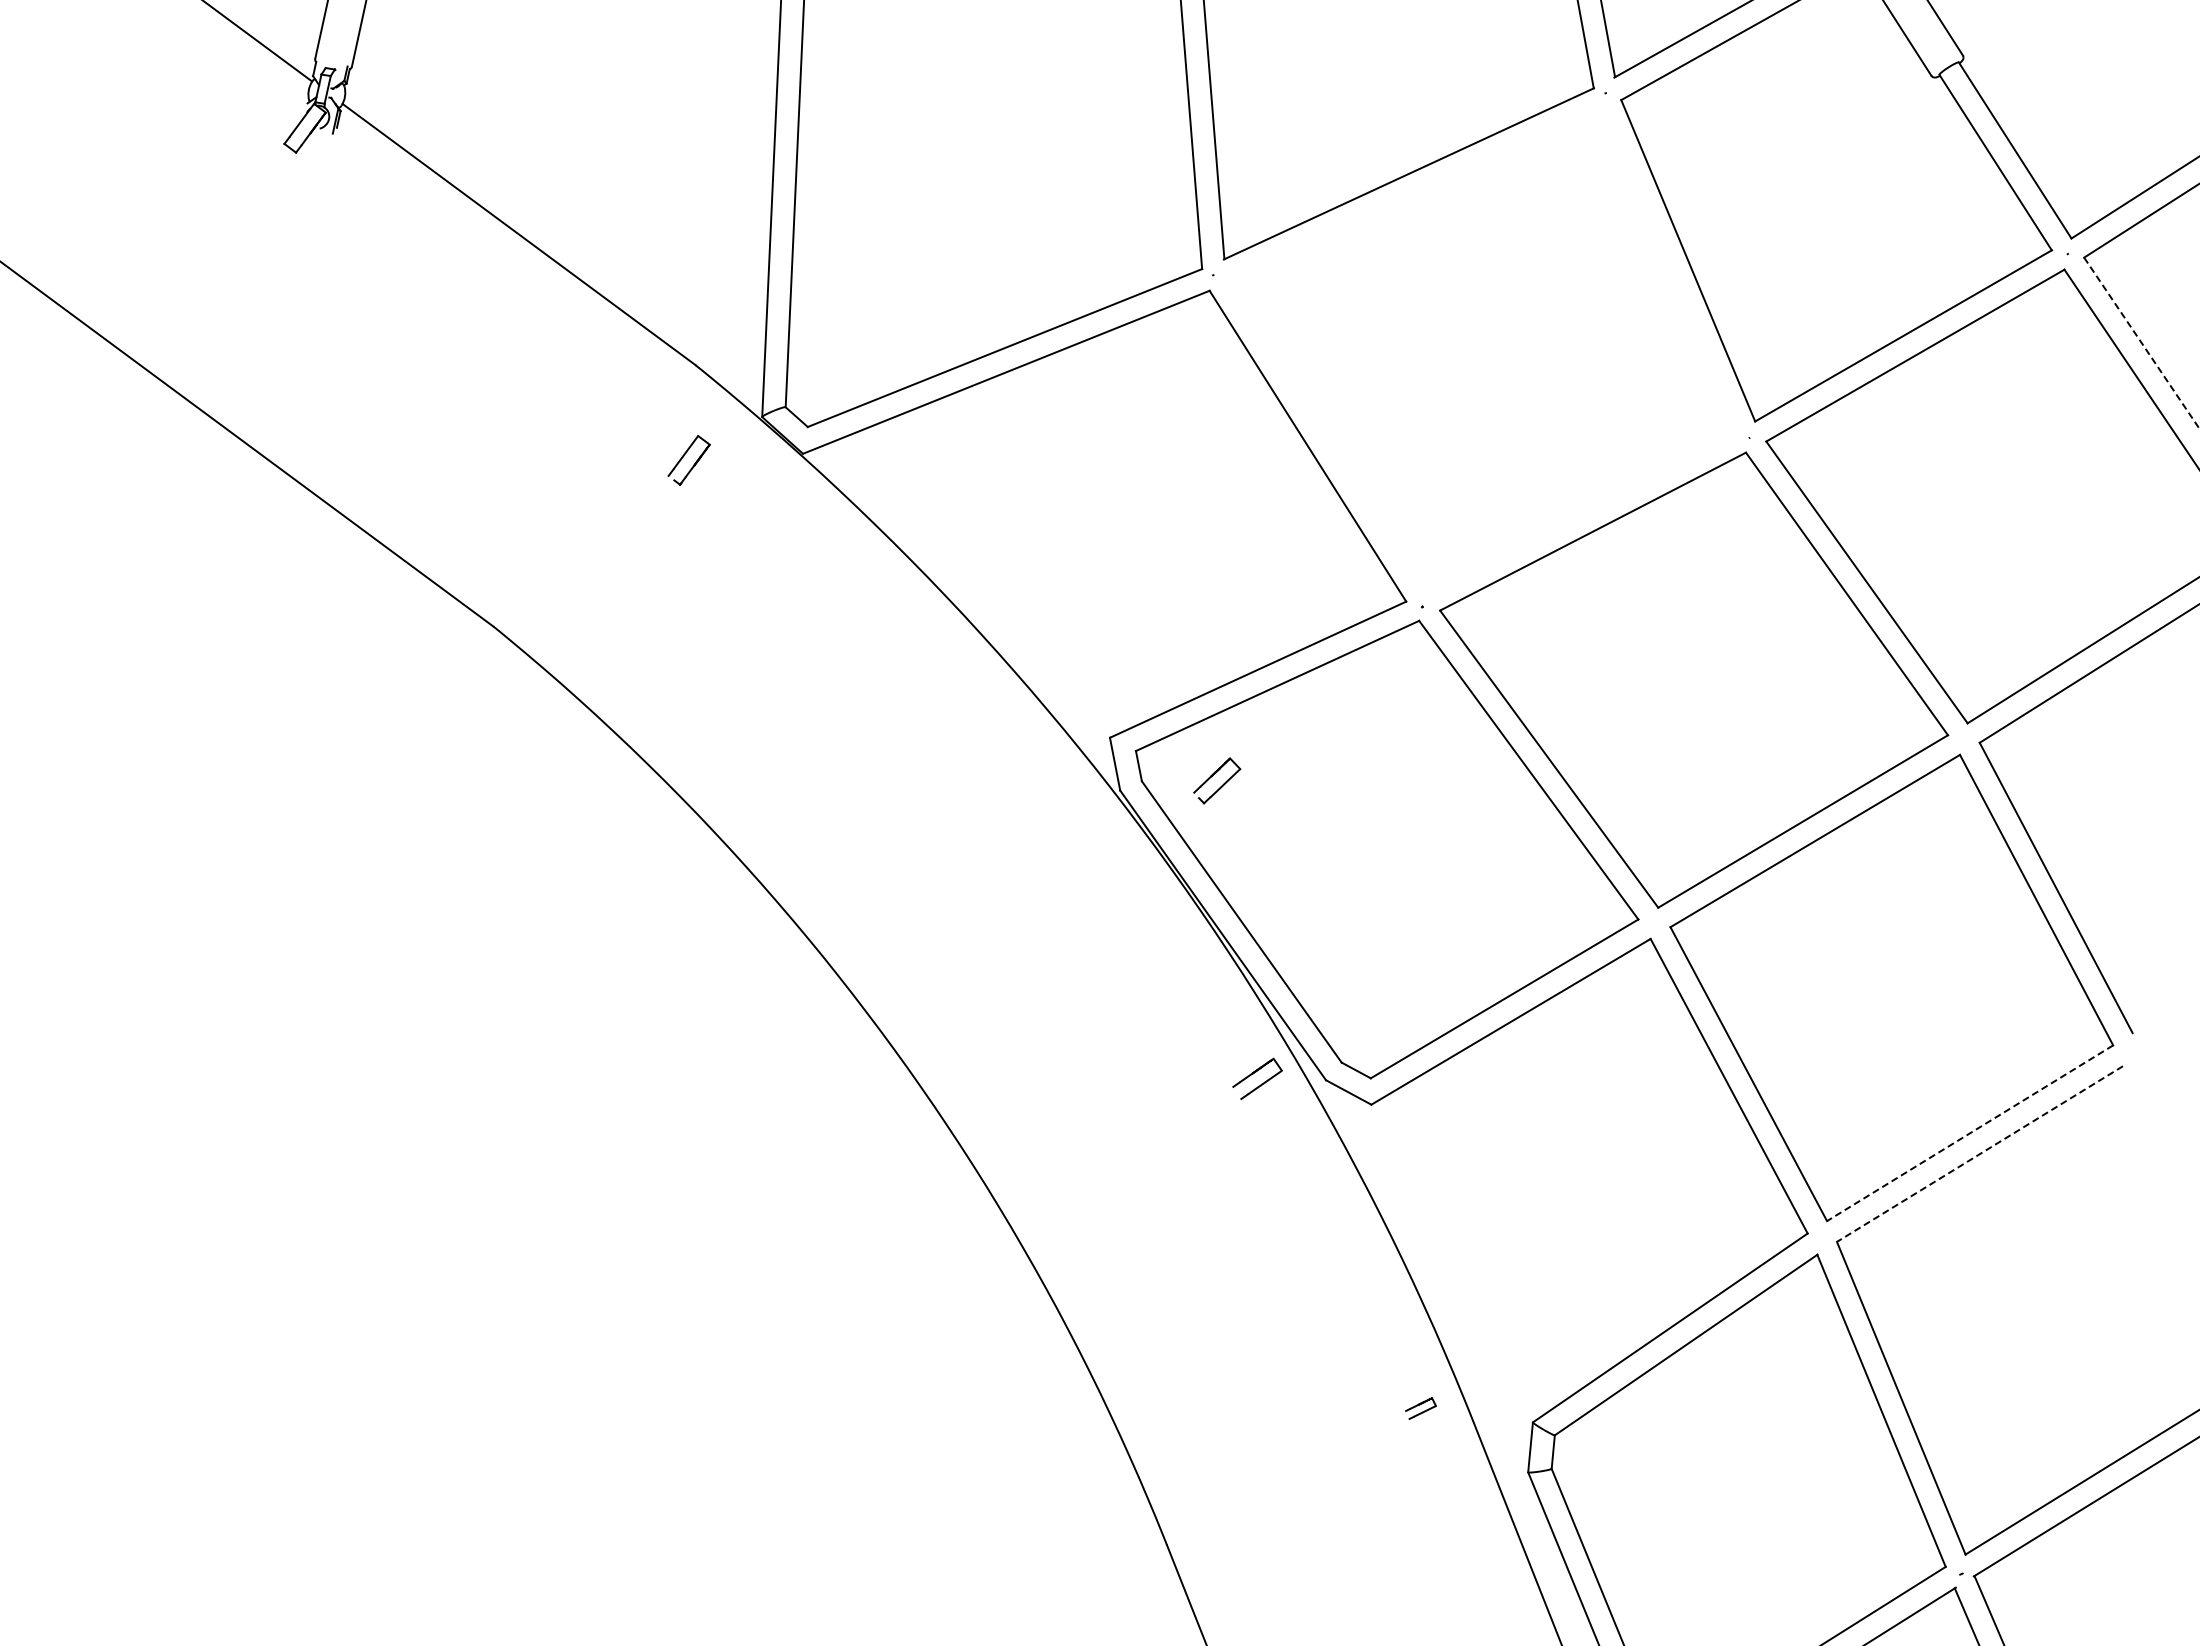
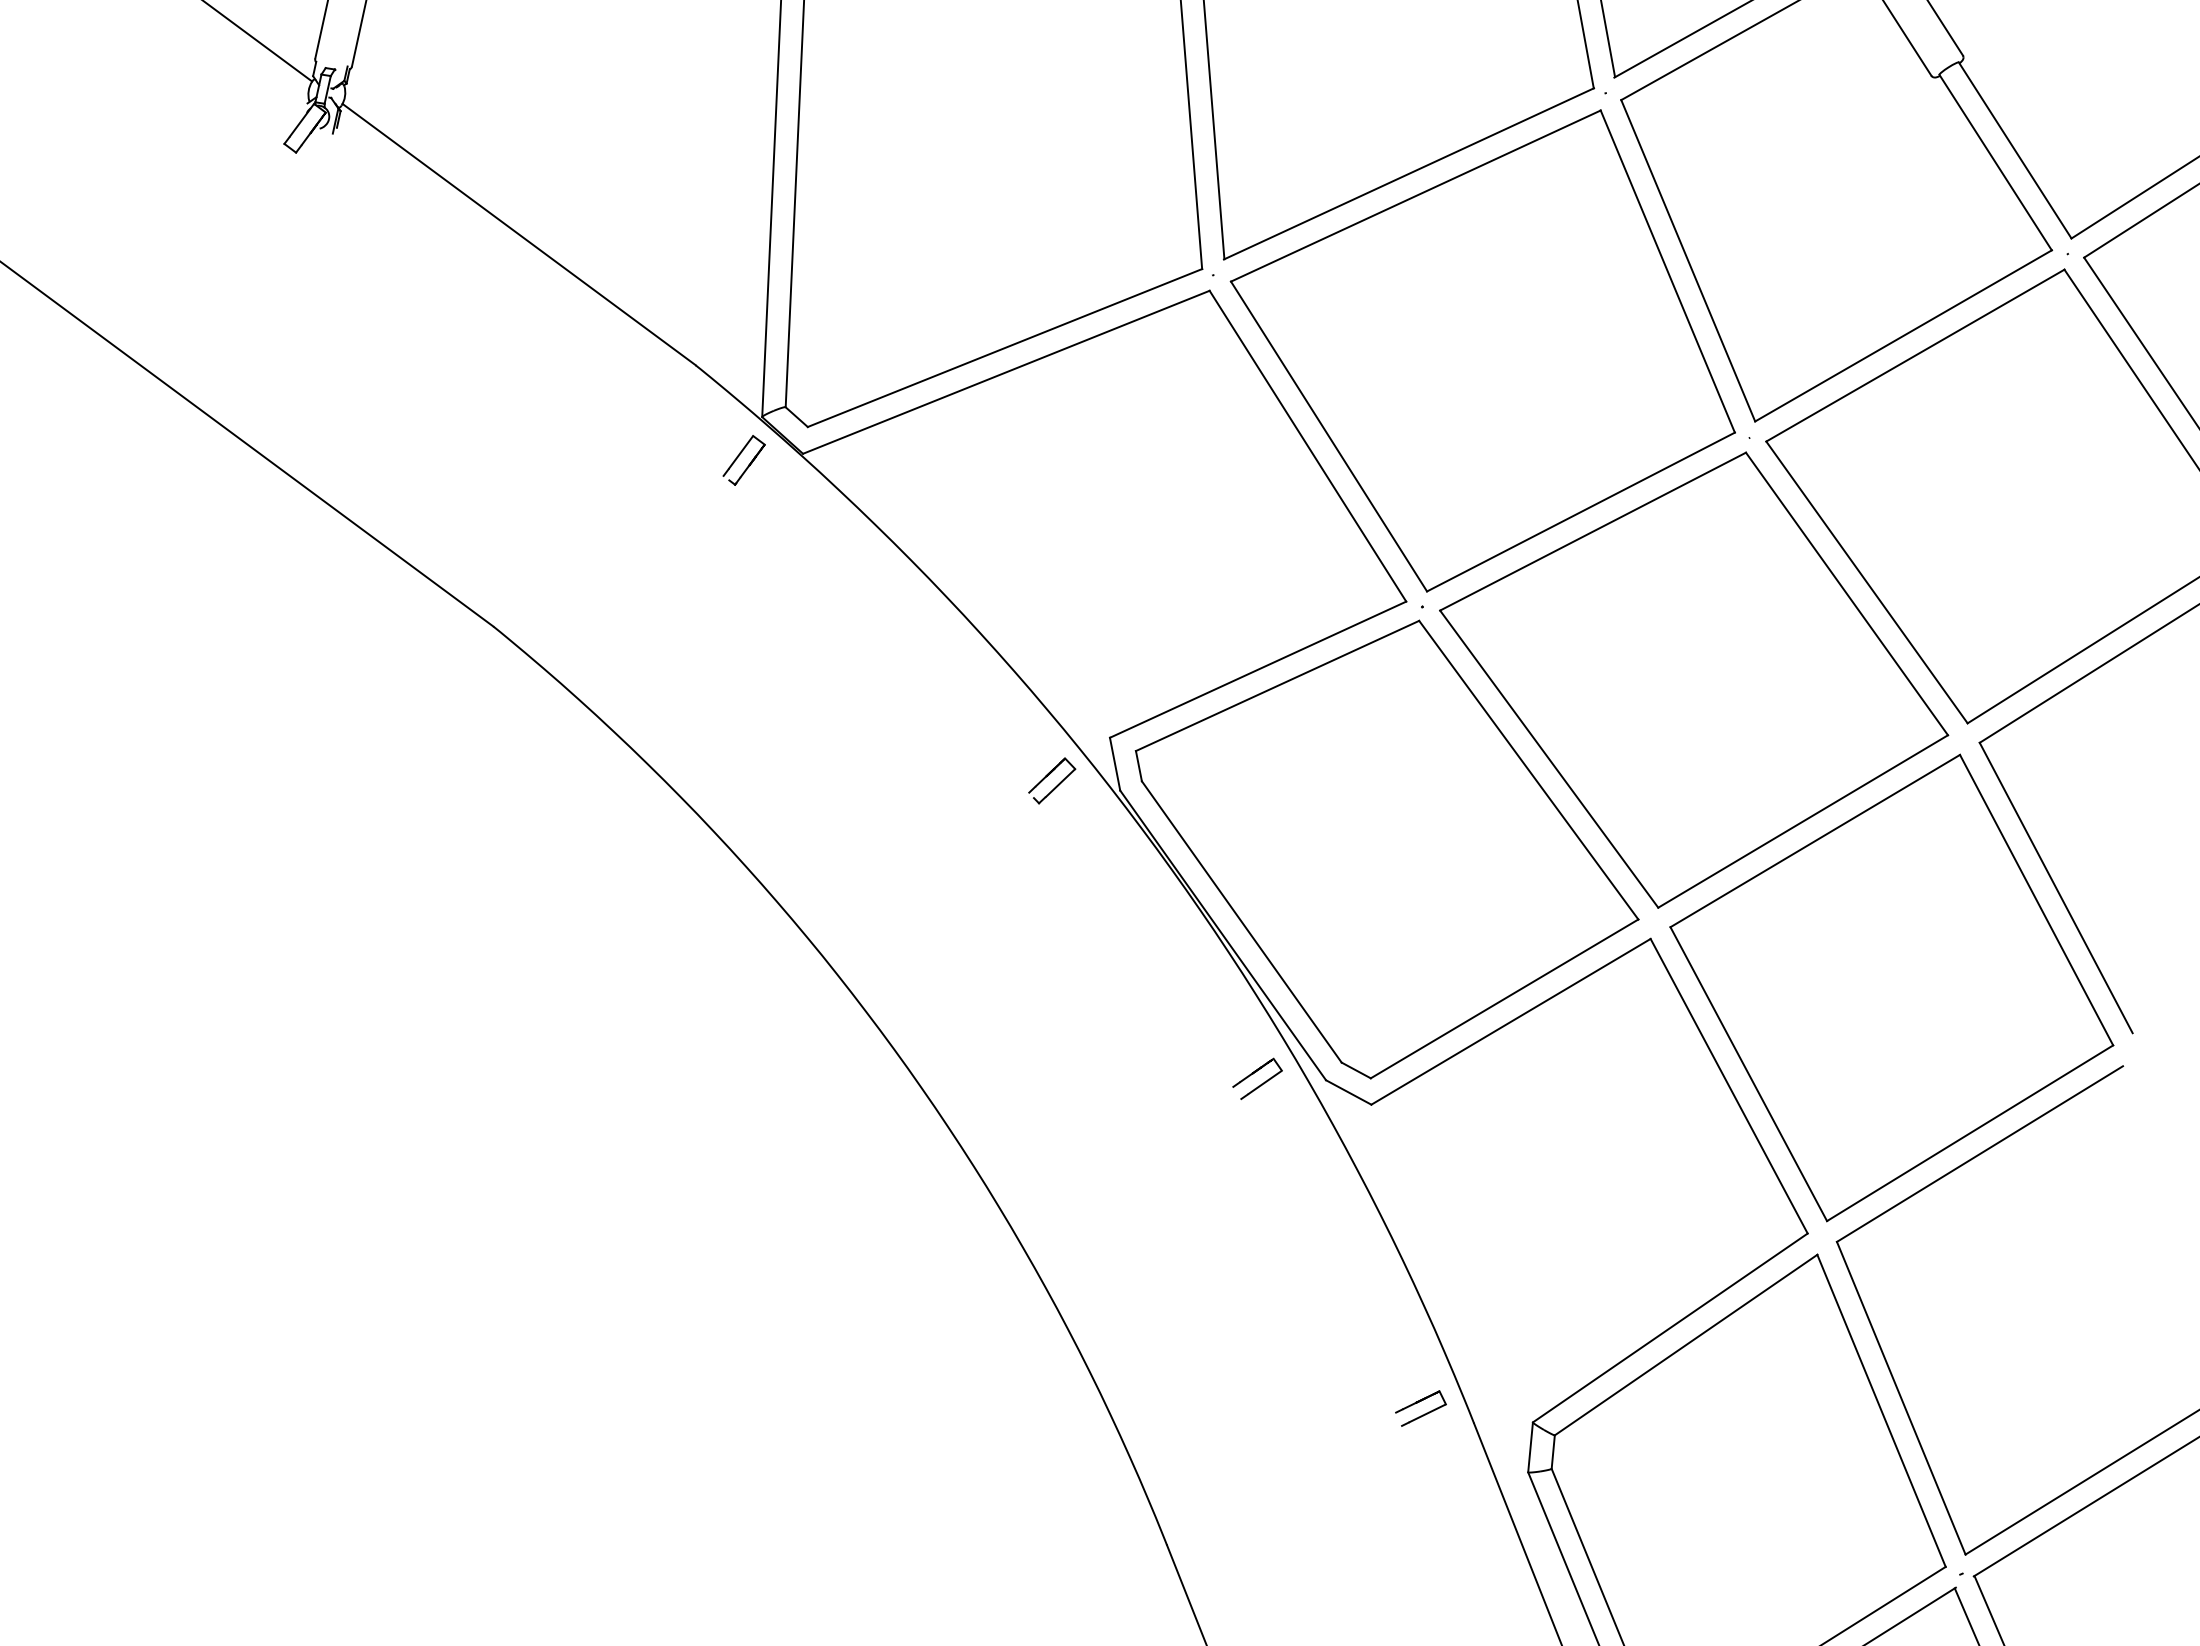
line at (2142, 343): dashed -> solid
part at (1482, 350): none -> present
part at (688, 460) position: (688, 460) -> (743, 460)
part at (1215, 774) position: (1215, 774) -> (1050, 774)
line at (1970, 1133): dashed -> solid
line at (1979, 1154): dashed -> solid
part at (1420, 1408) size: 32x23 px -> 52x37 px
